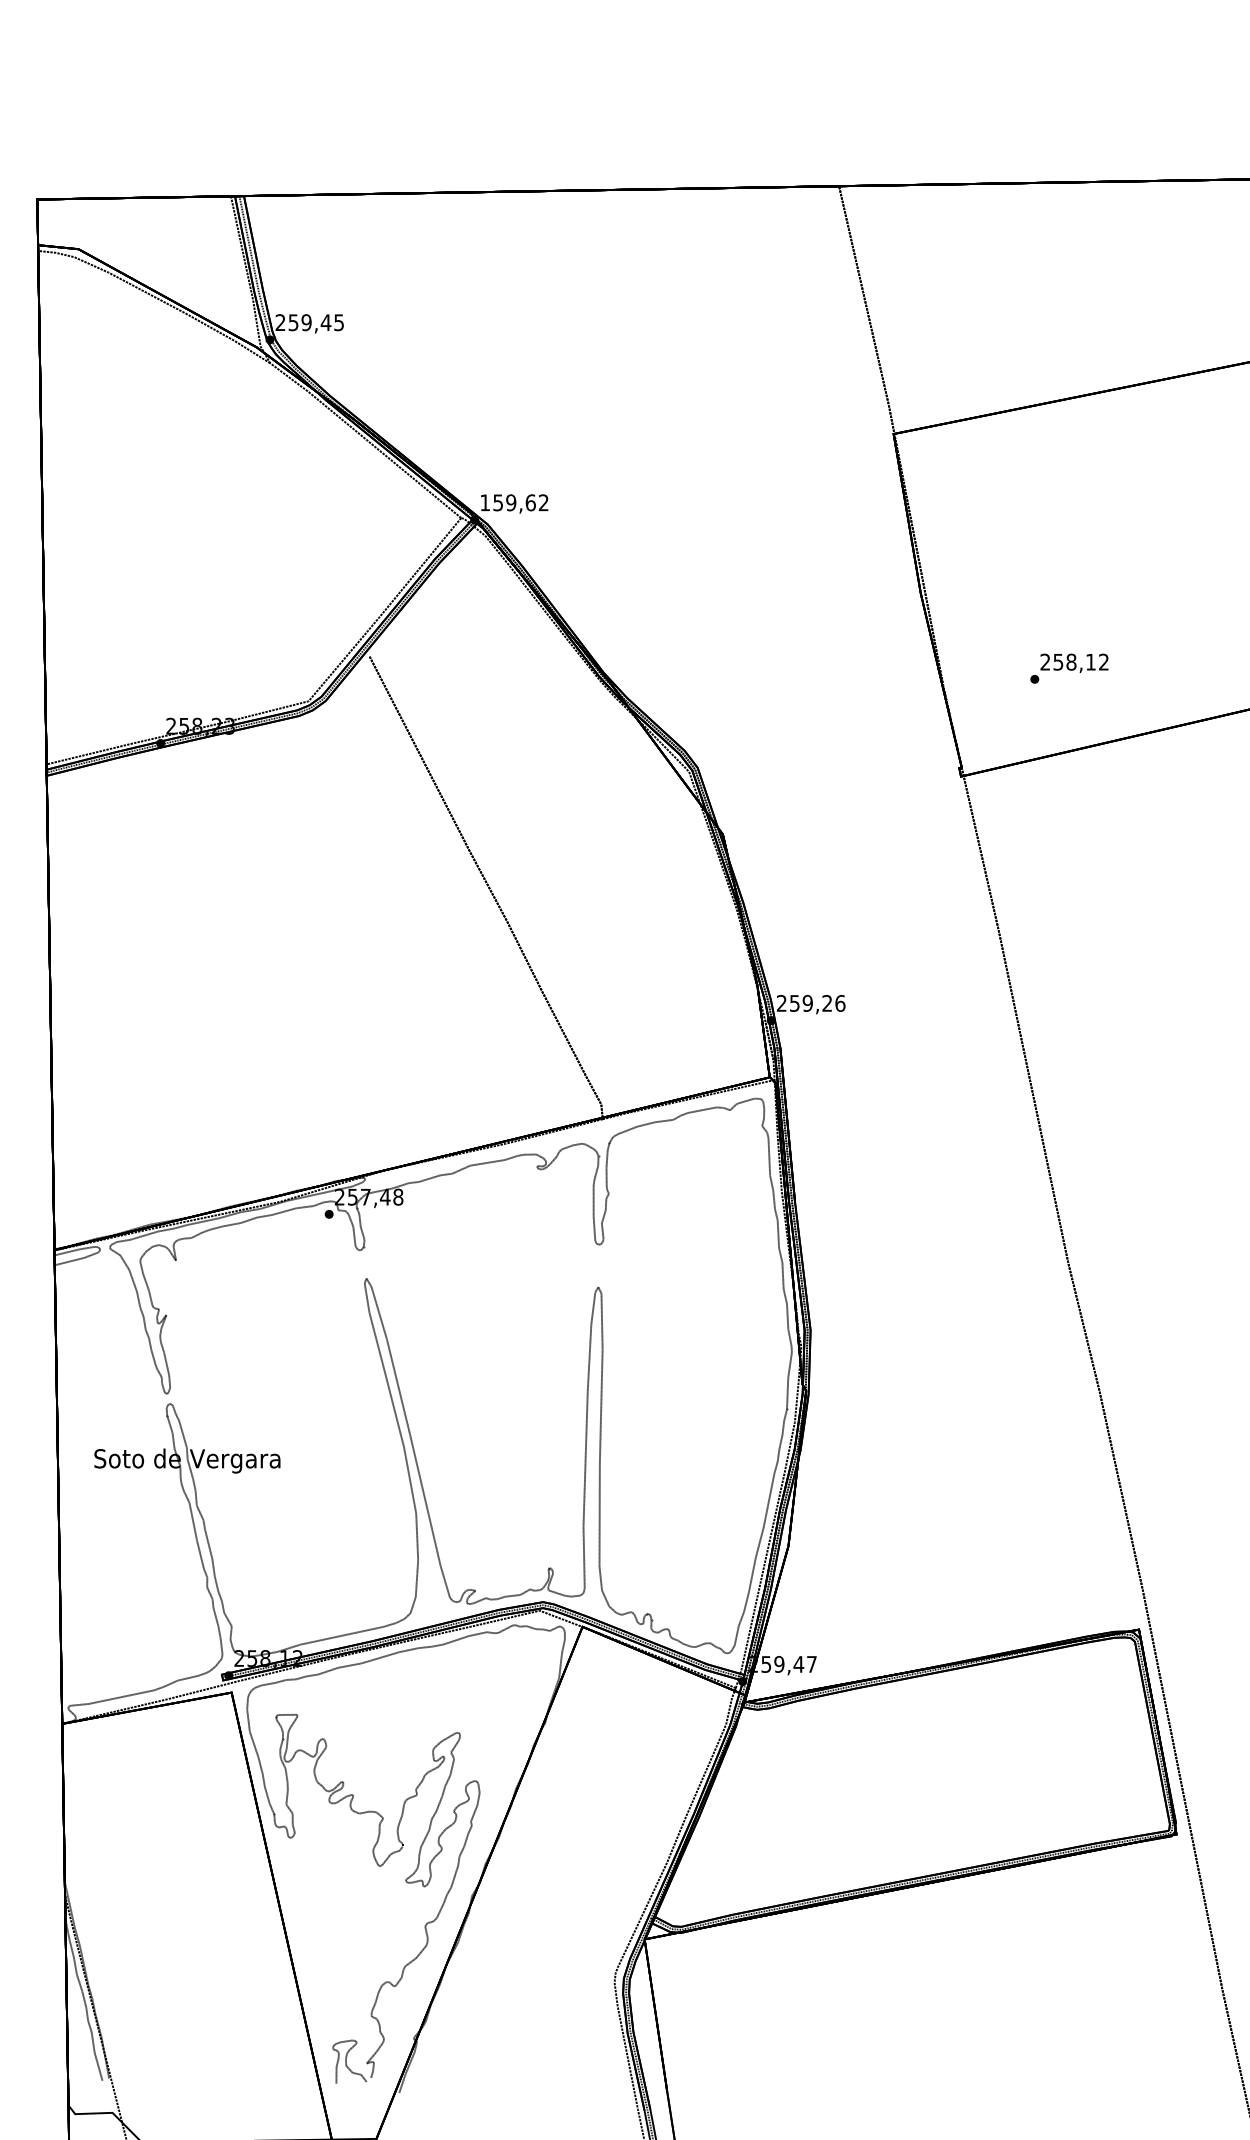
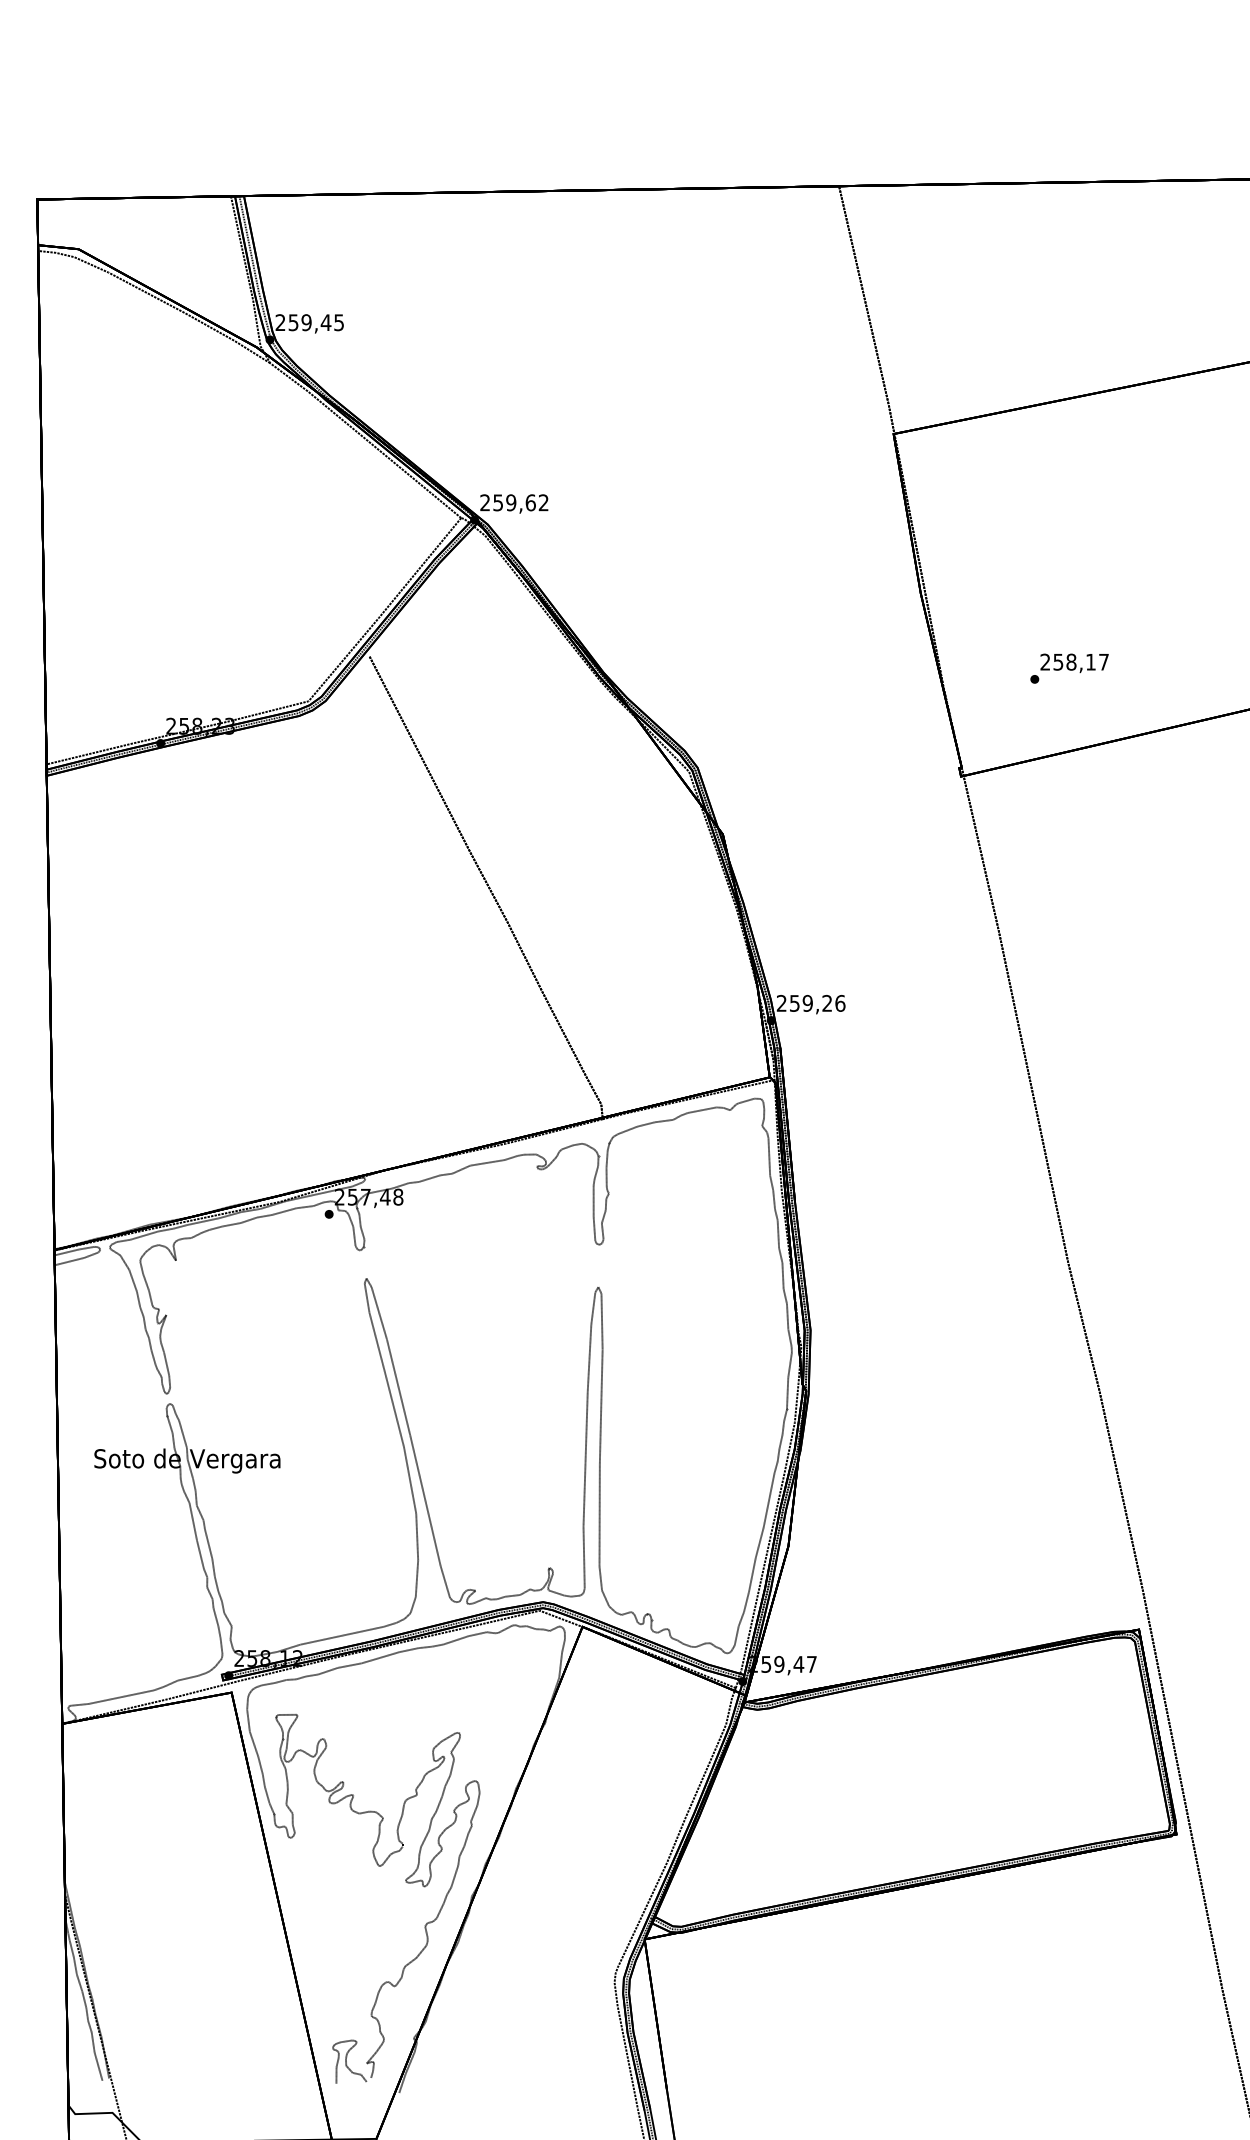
text at (484, 502): 159,62 -> 259,62
text at (1103, 661): 258,12 -> 258,17
